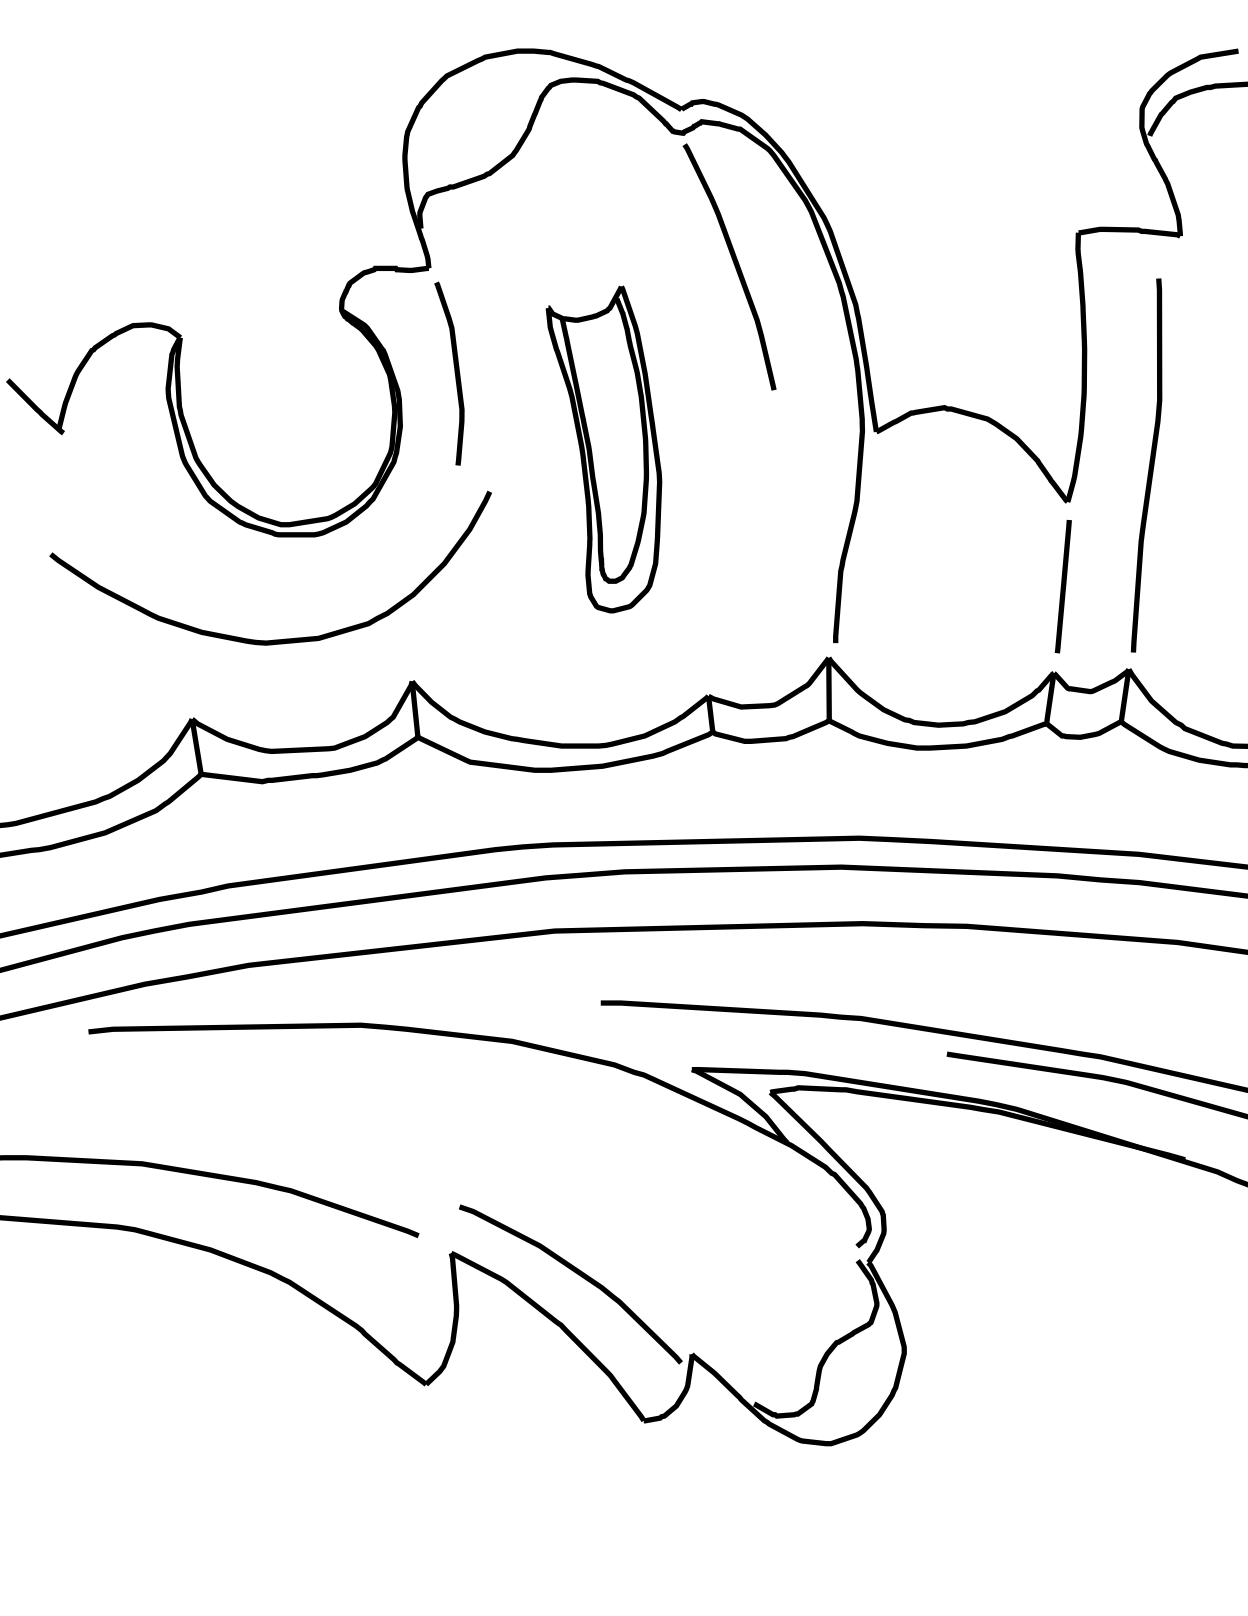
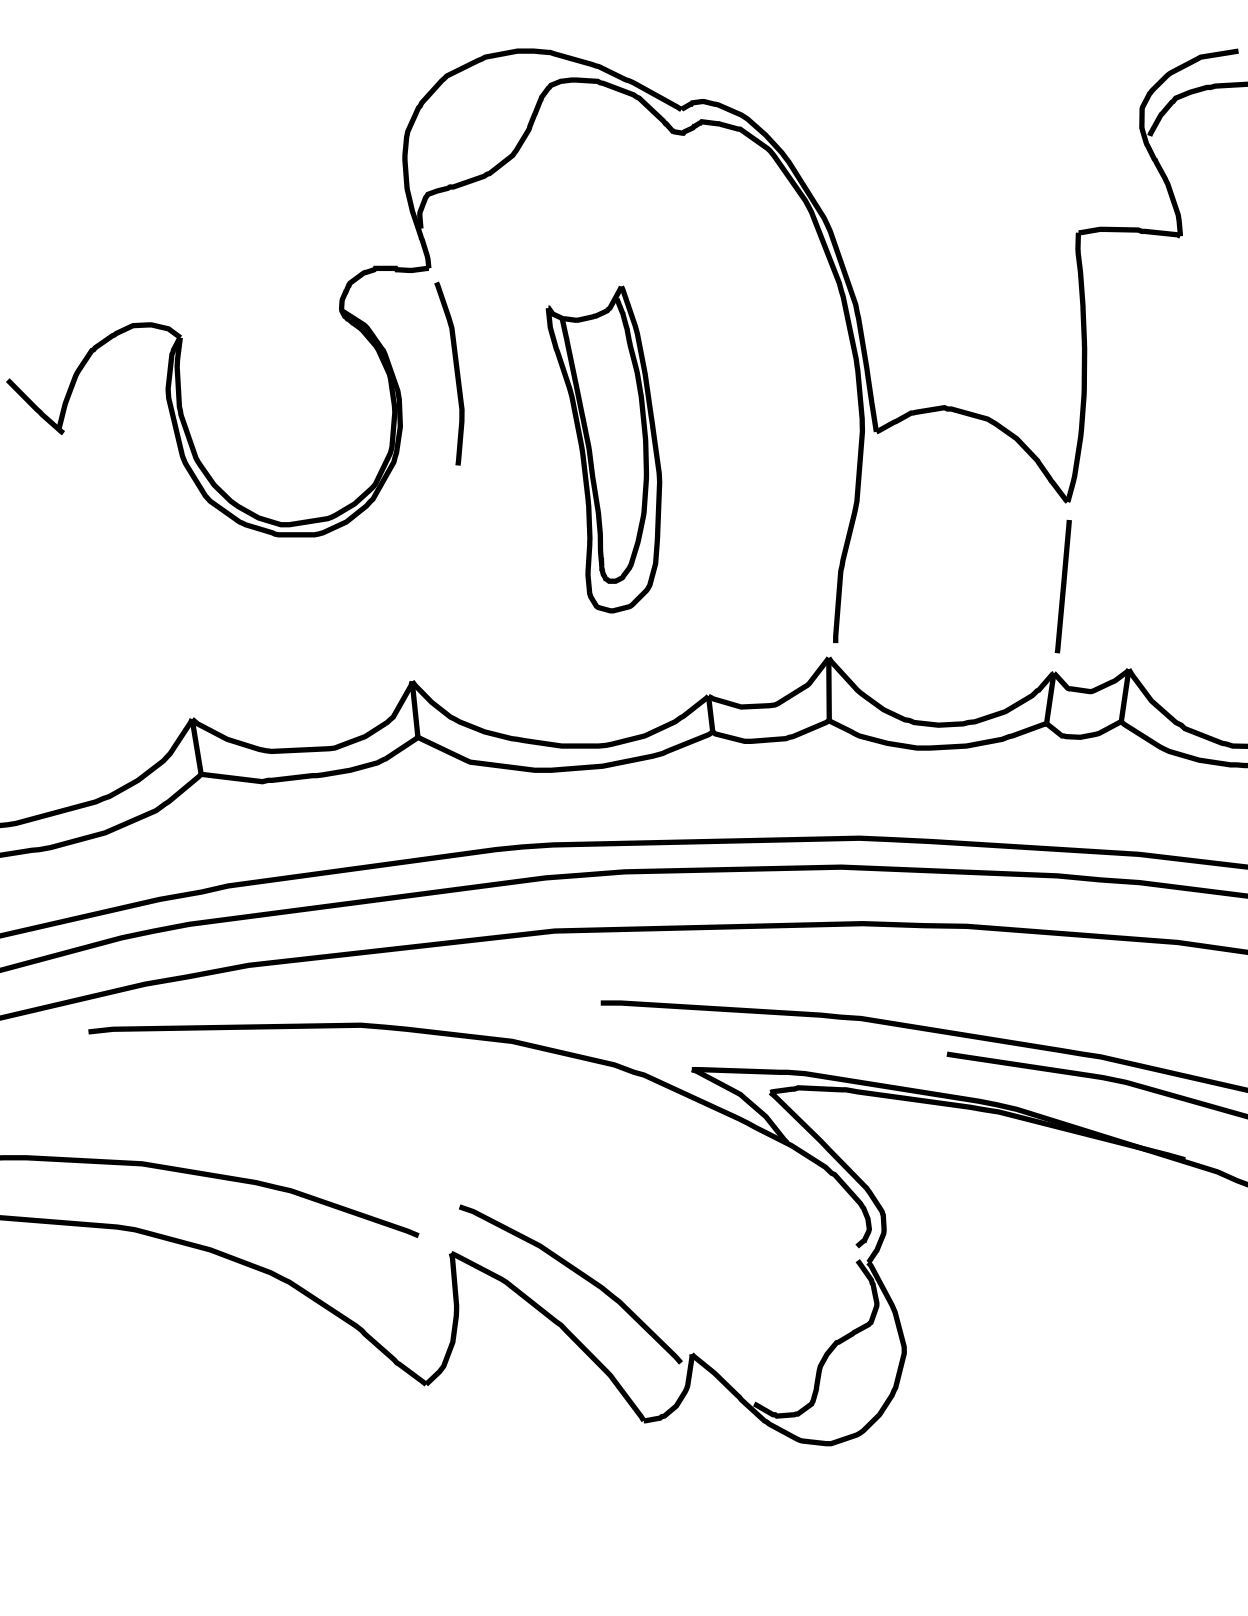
curve at (733, 263): present -> none
curve at (1148, 467): present -> none
curve at (273, 639): present -> none
